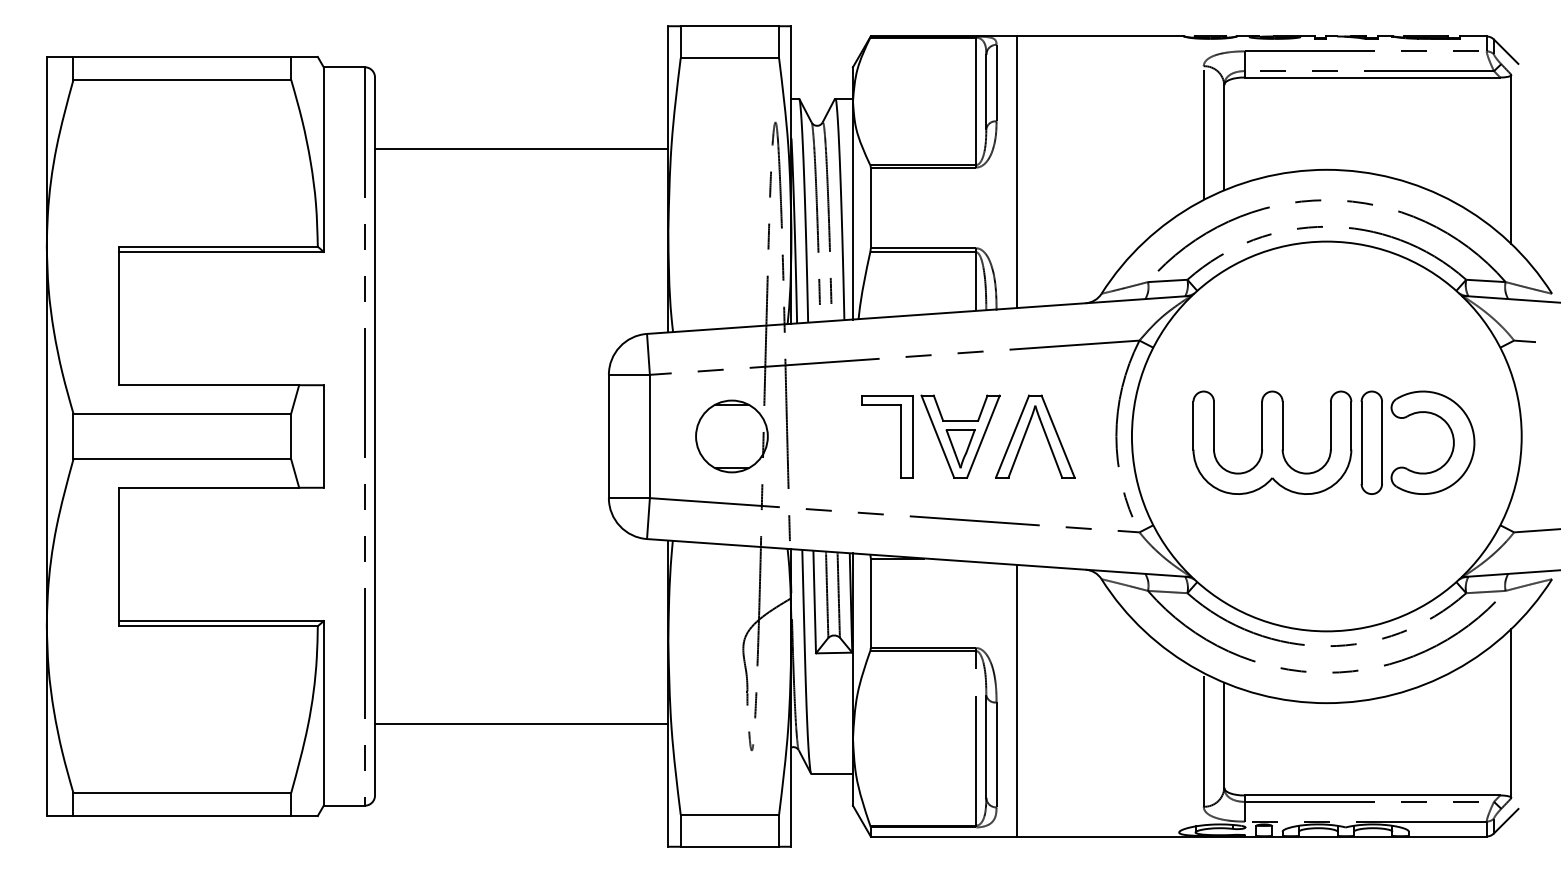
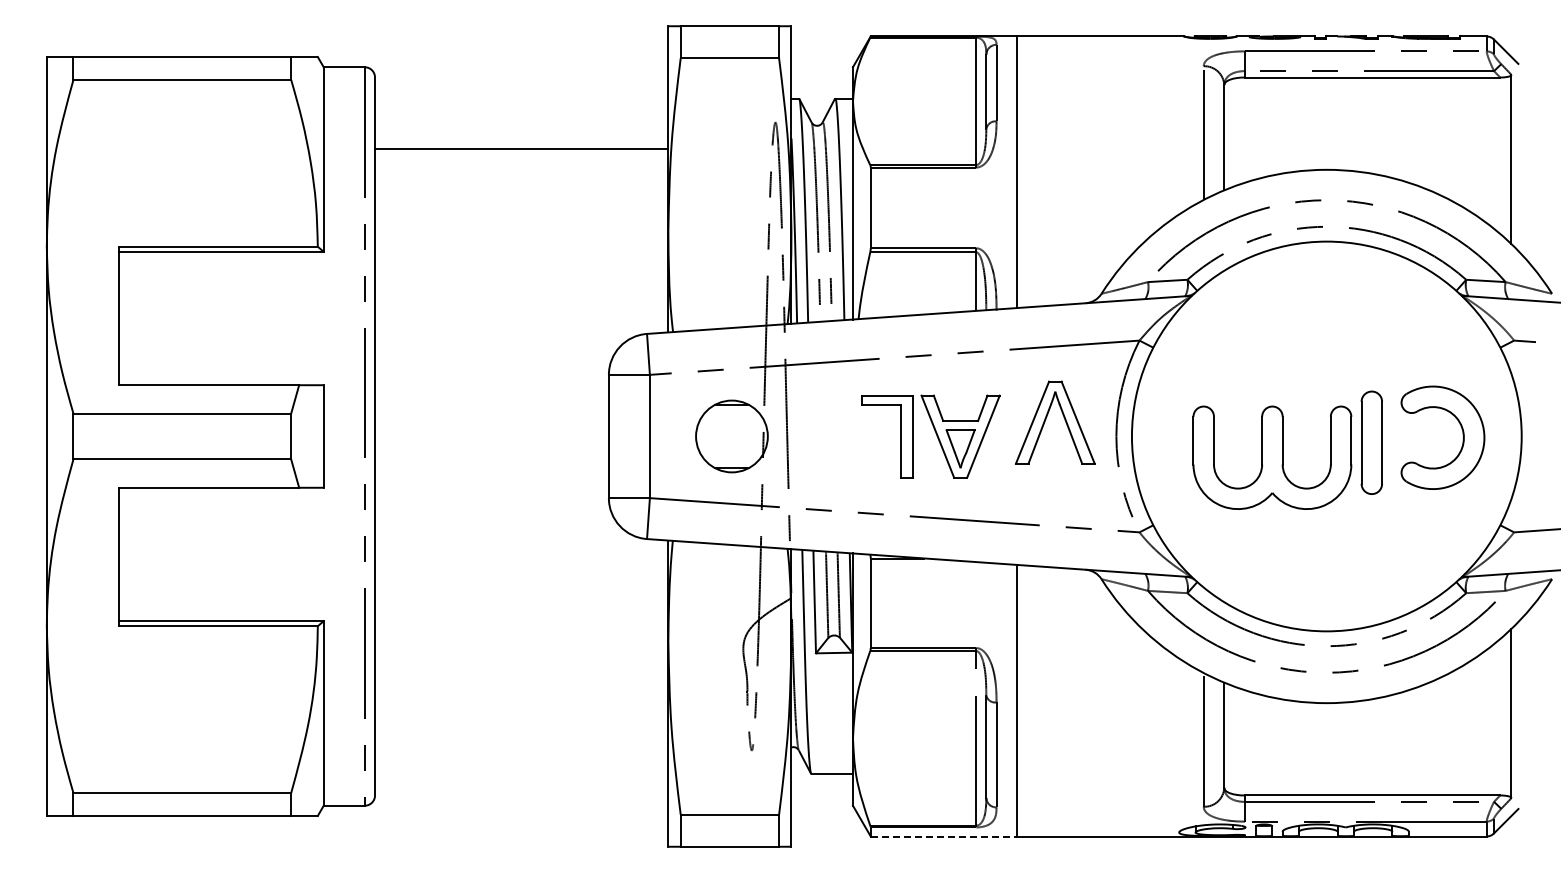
part at (1044, 434) position: (1044, 434) -> (1064, 420)
part at (1452, 439) position: (1452, 439) -> (1462, 434)
part at (1272, 442) position: (1272, 442) -> (1272, 457)
line at (521, 723): present -> none
line at (944, 836): solid -> dashed
